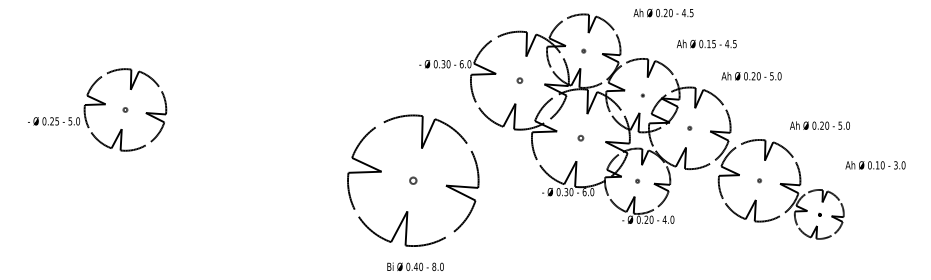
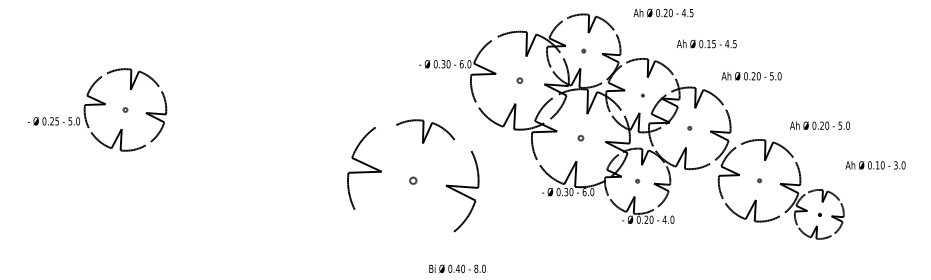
part at (425, 131) size: 85x35 px -> 60x25 px
part at (401, 228): present -> none
text at (415, 266) position: (415, 266) -> (457, 268)
